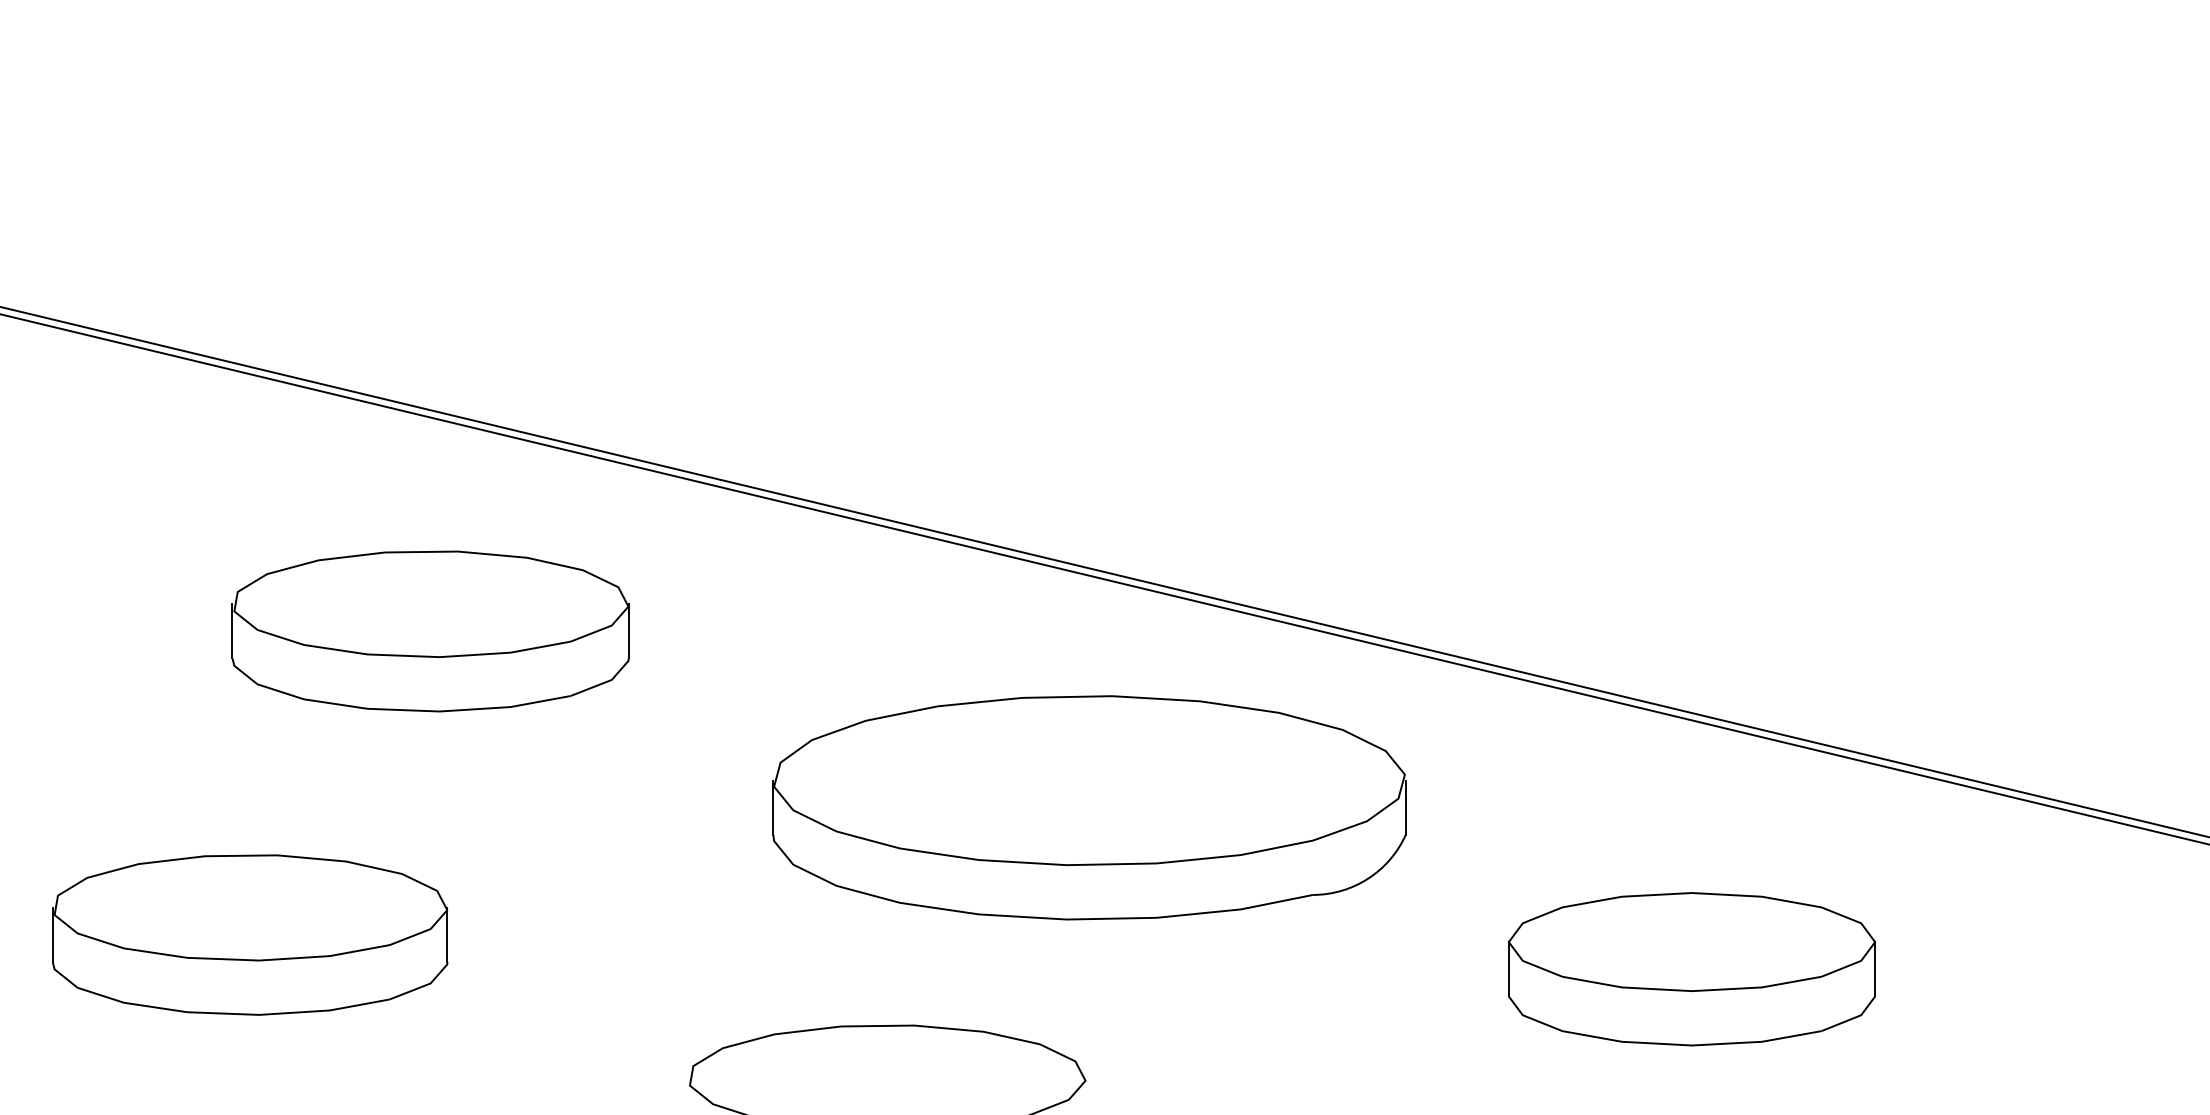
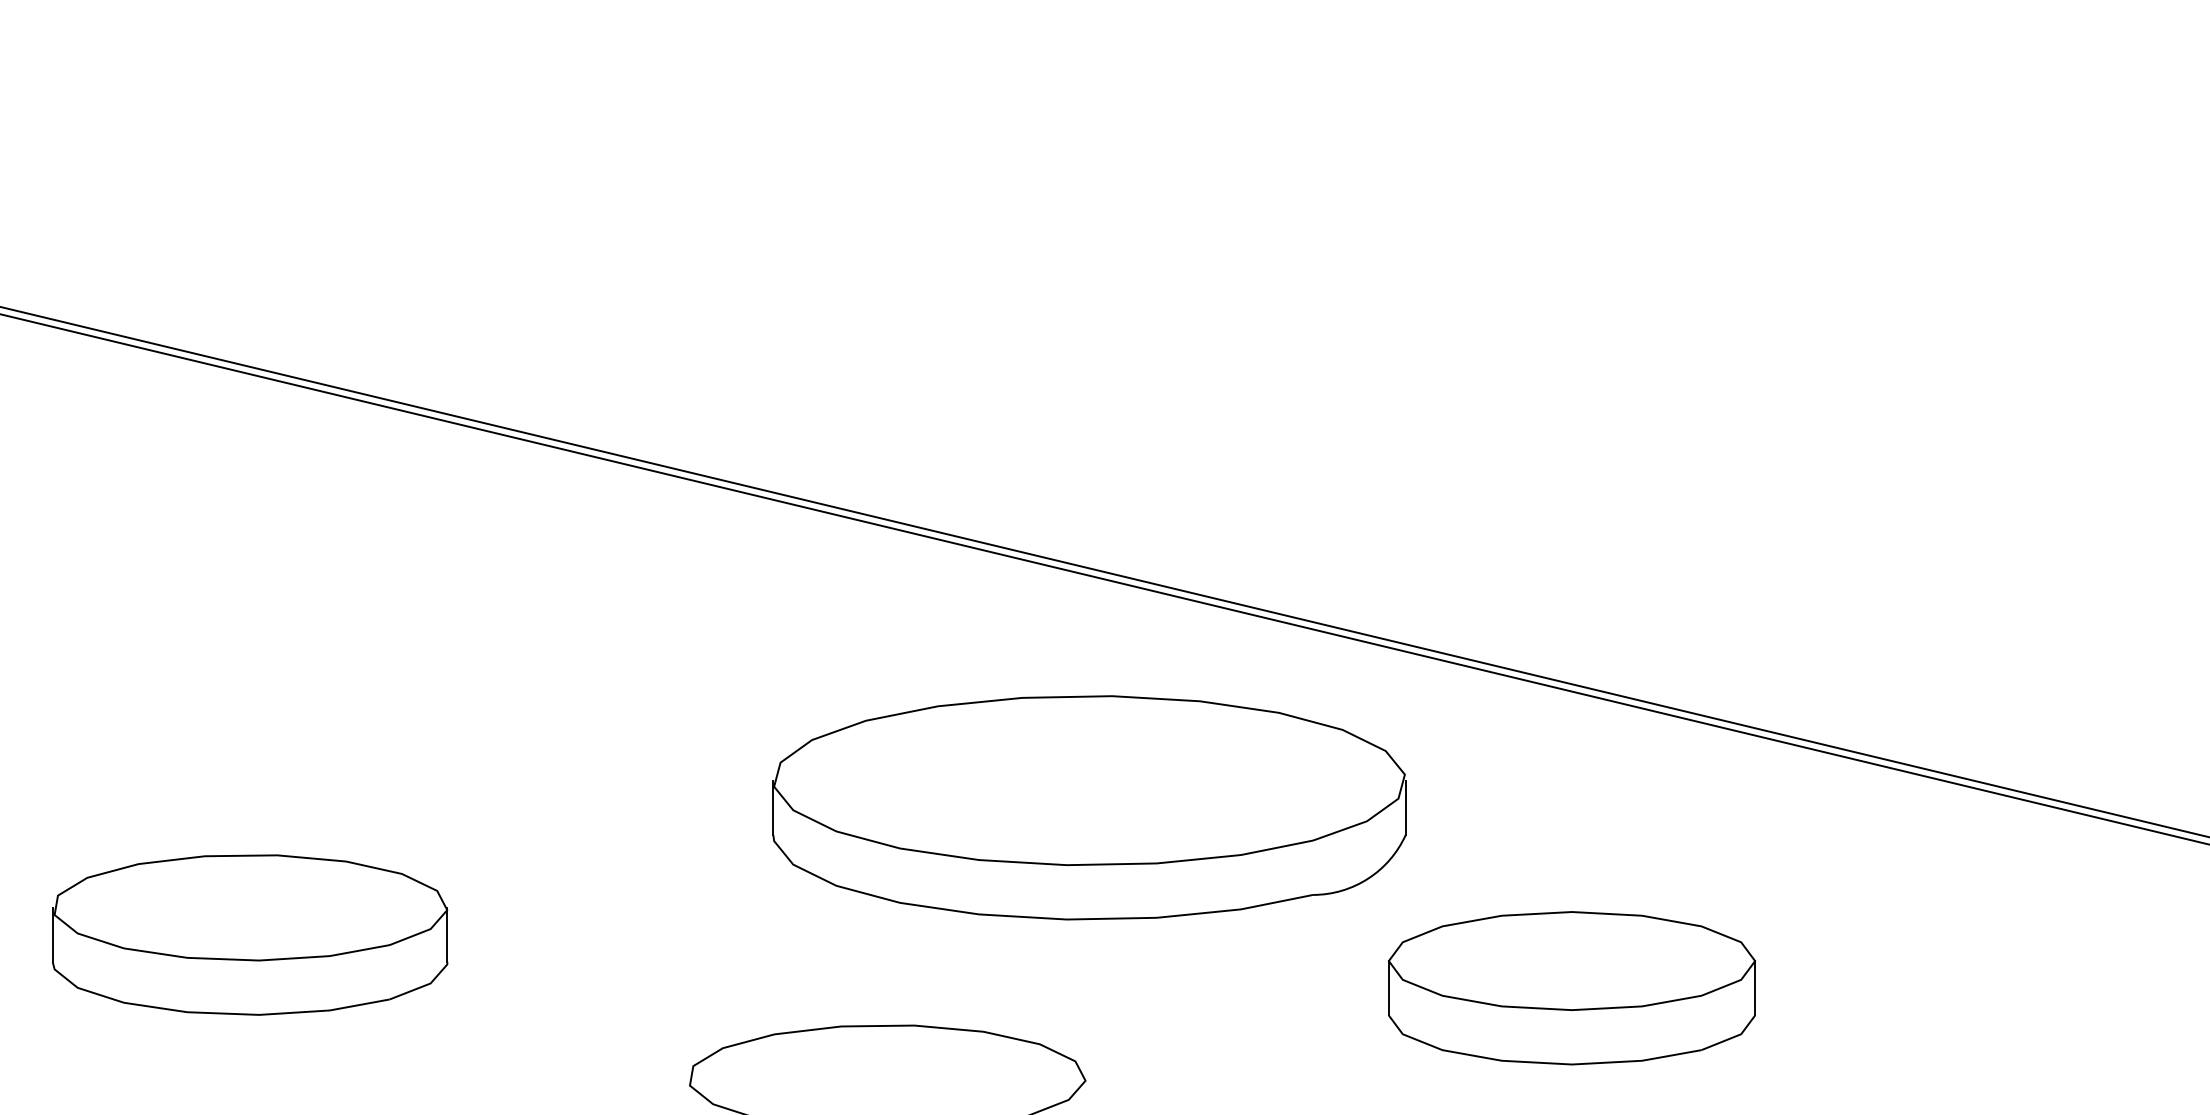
part at (430, 631): present -> none
part at (1691, 969) position: (1691, 969) -> (1571, 988)
